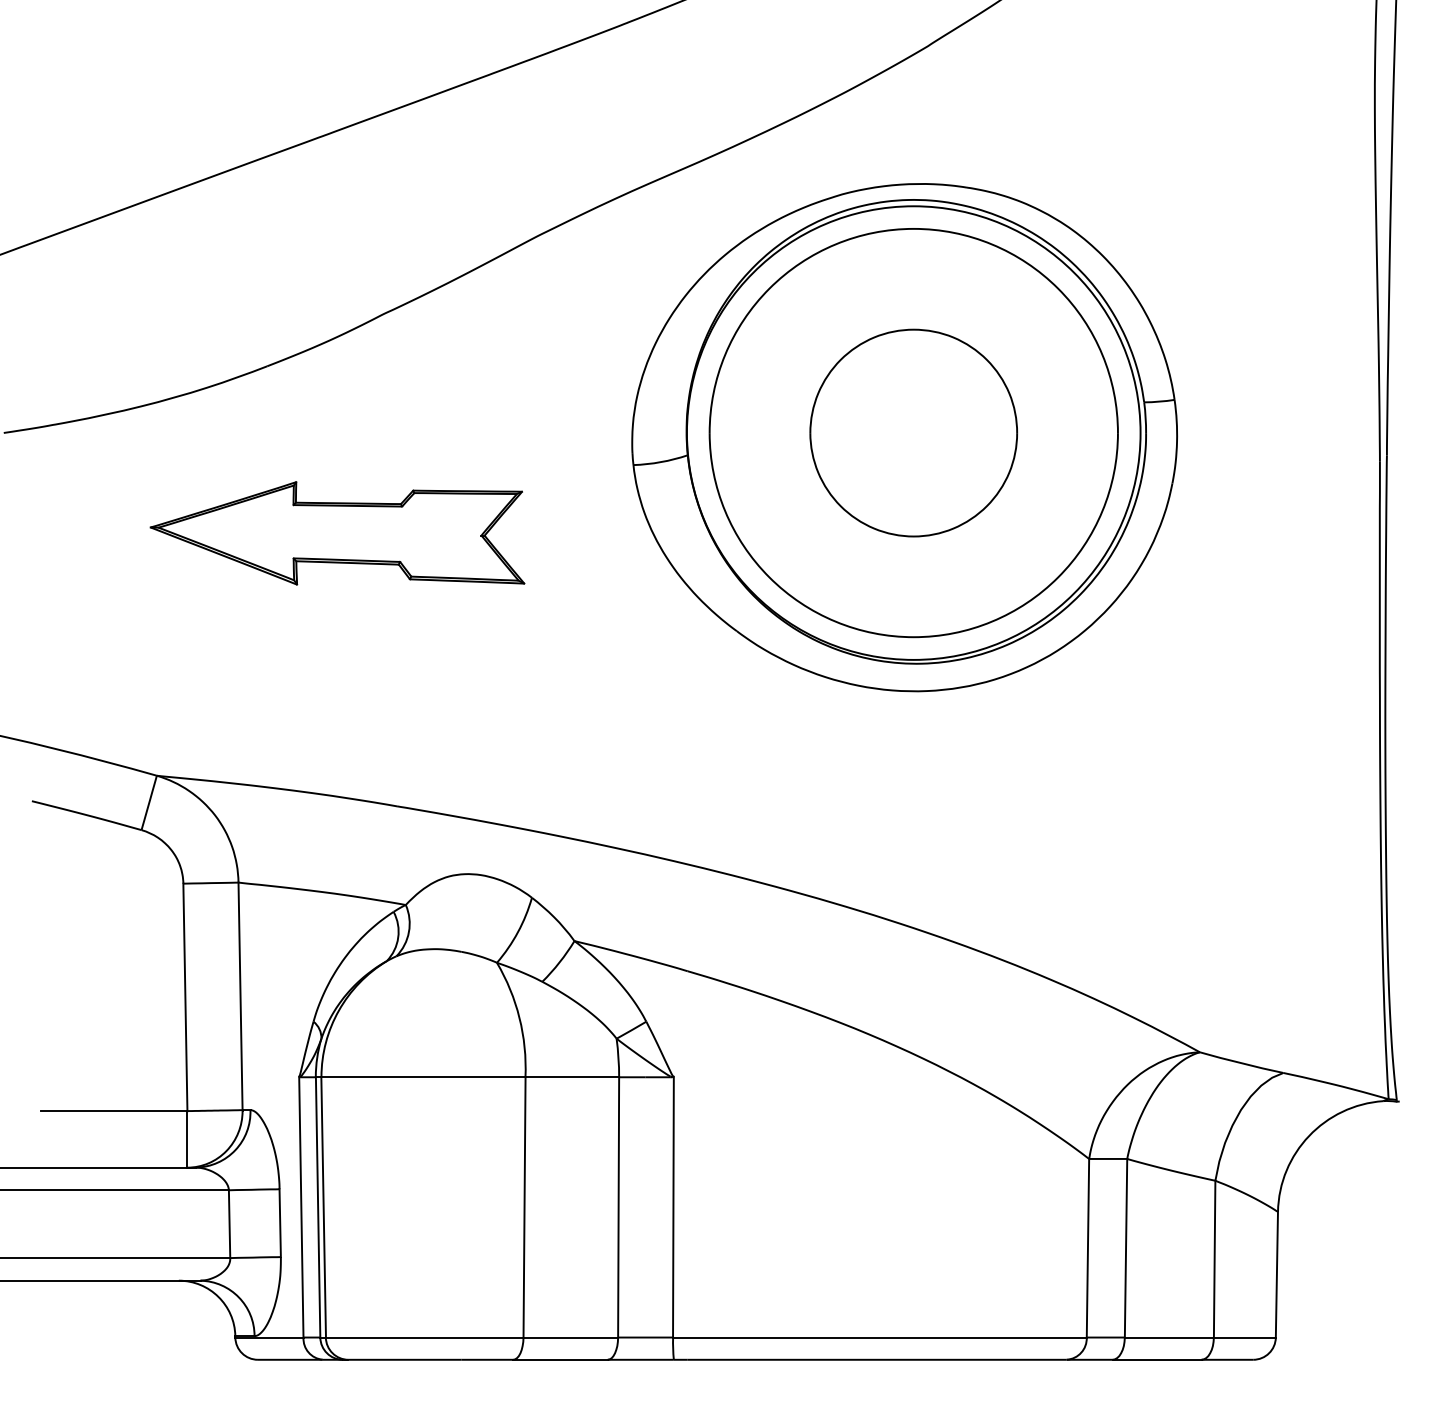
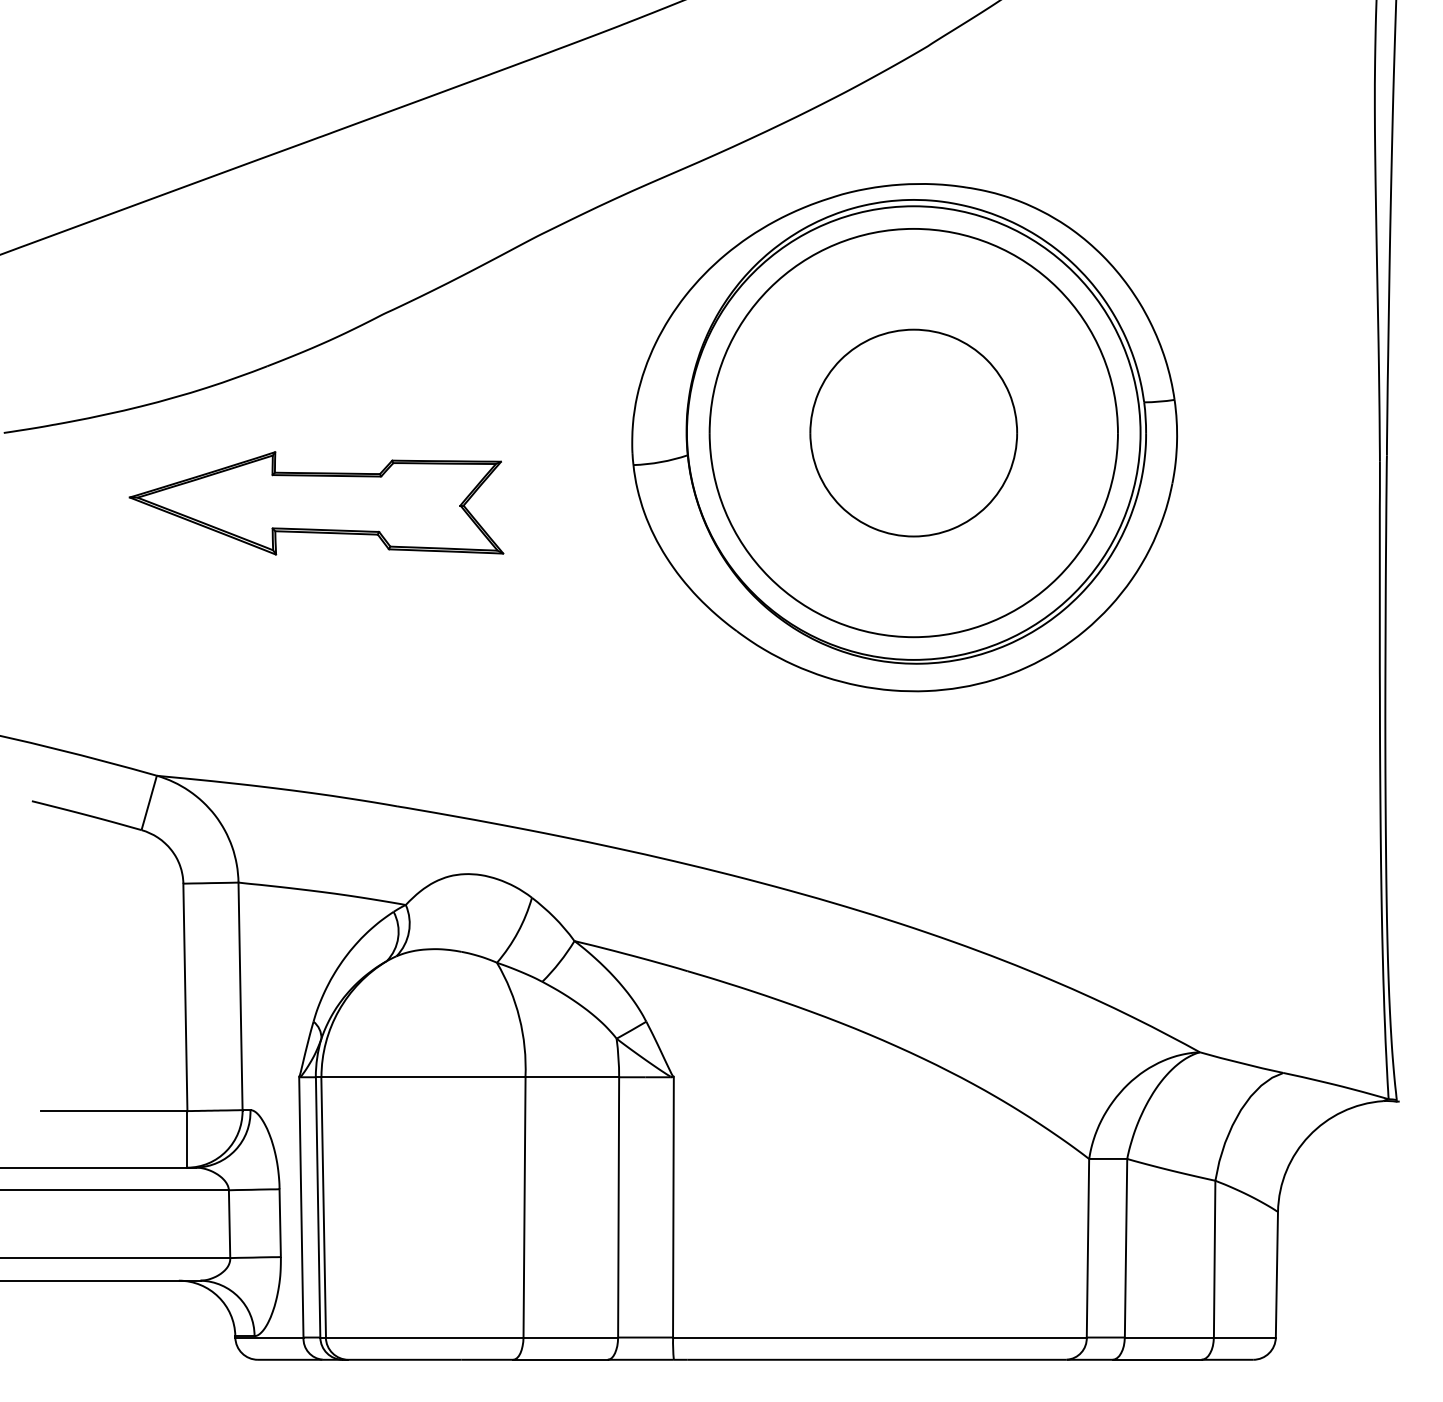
part at (337, 533) position: (337, 533) -> (316, 503)
